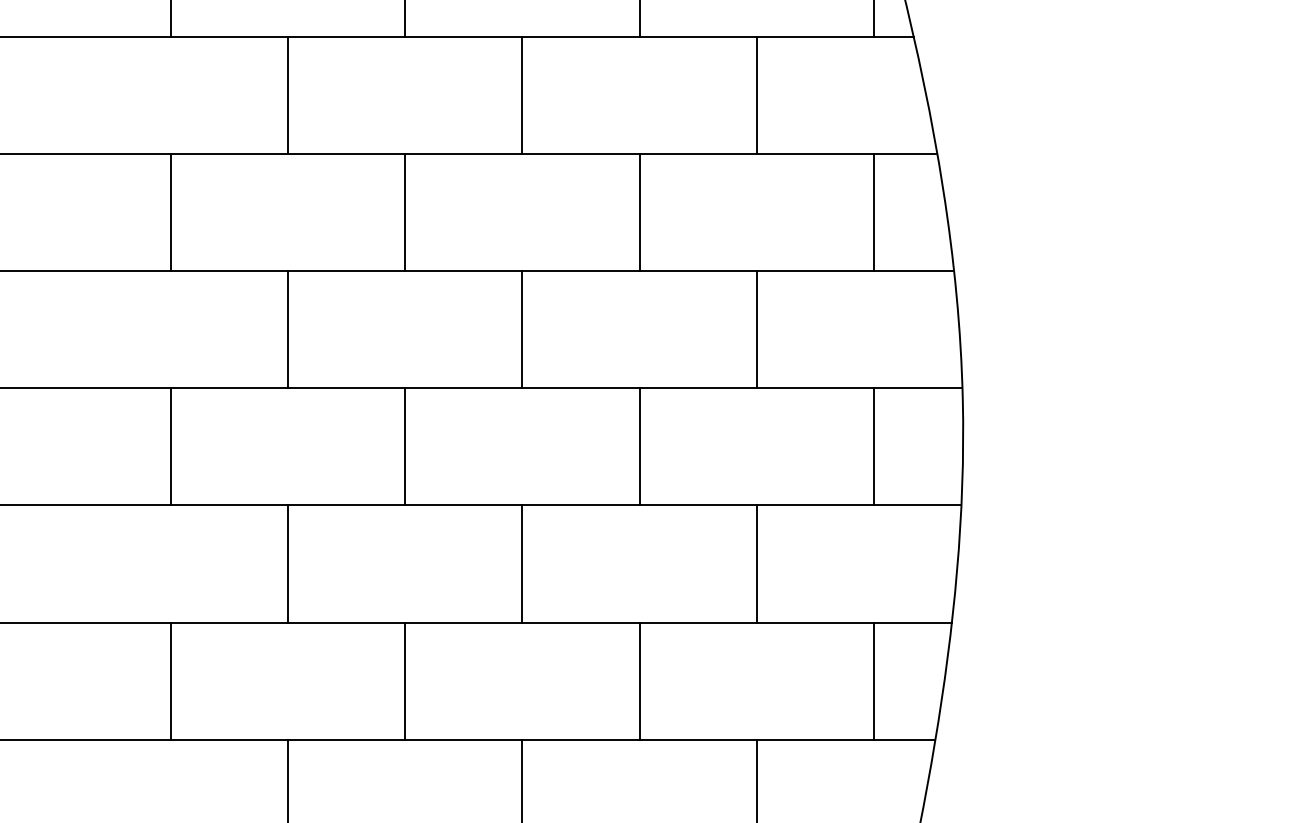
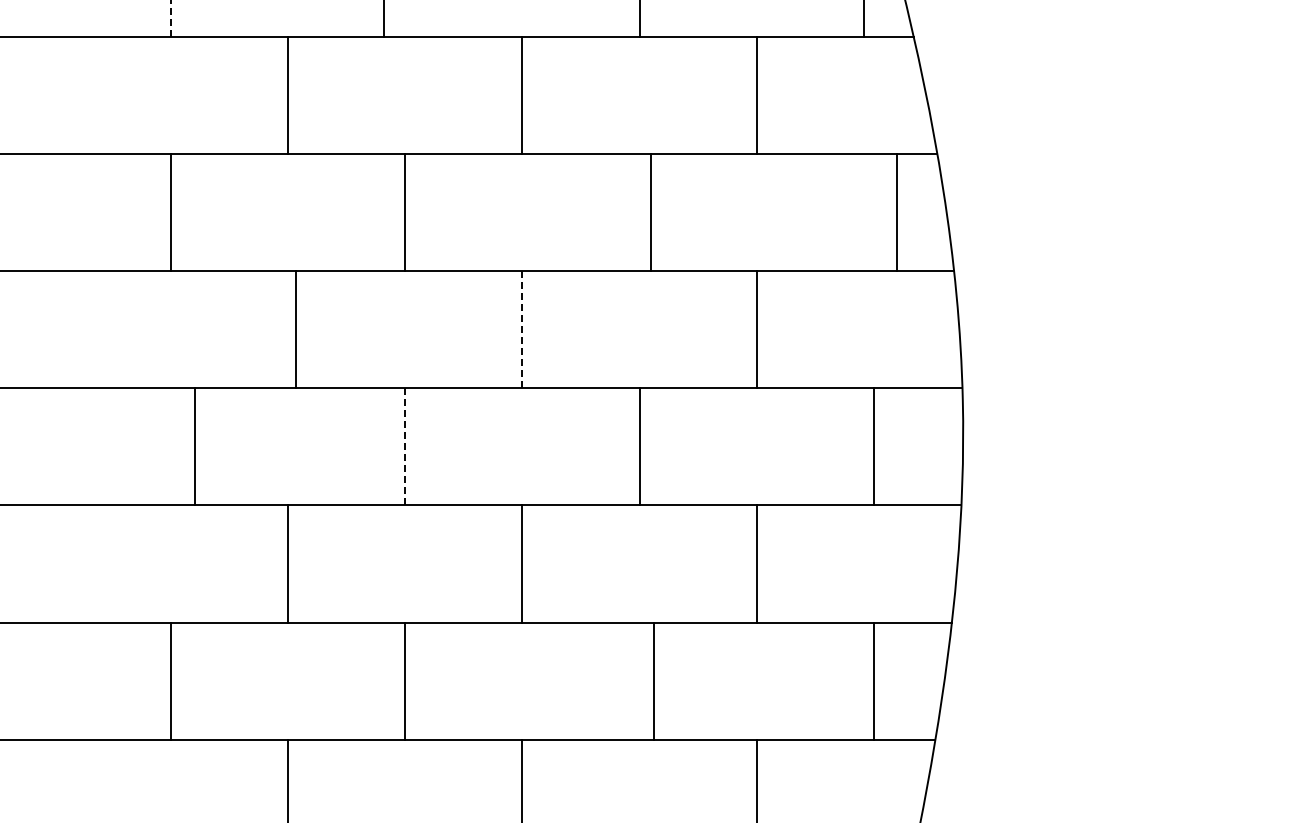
line at (170, 18): solid -> dashed
line at (405, 19) position: (405, 19) -> (384, 19)
line at (873, 19) position: (873, 19) -> (863, 19)
line at (639, 212) position: (639, 212) -> (650, 212)
line at (873, 212) position: (873, 212) -> (896, 212)
line at (288, 329) position: (288, 329) -> (296, 329)
line at (522, 329): solid -> dashed
line at (170, 446) position: (170, 446) -> (194, 446)
line at (405, 446): solid -> dashed
line at (639, 680) position: (639, 680) -> (653, 680)
